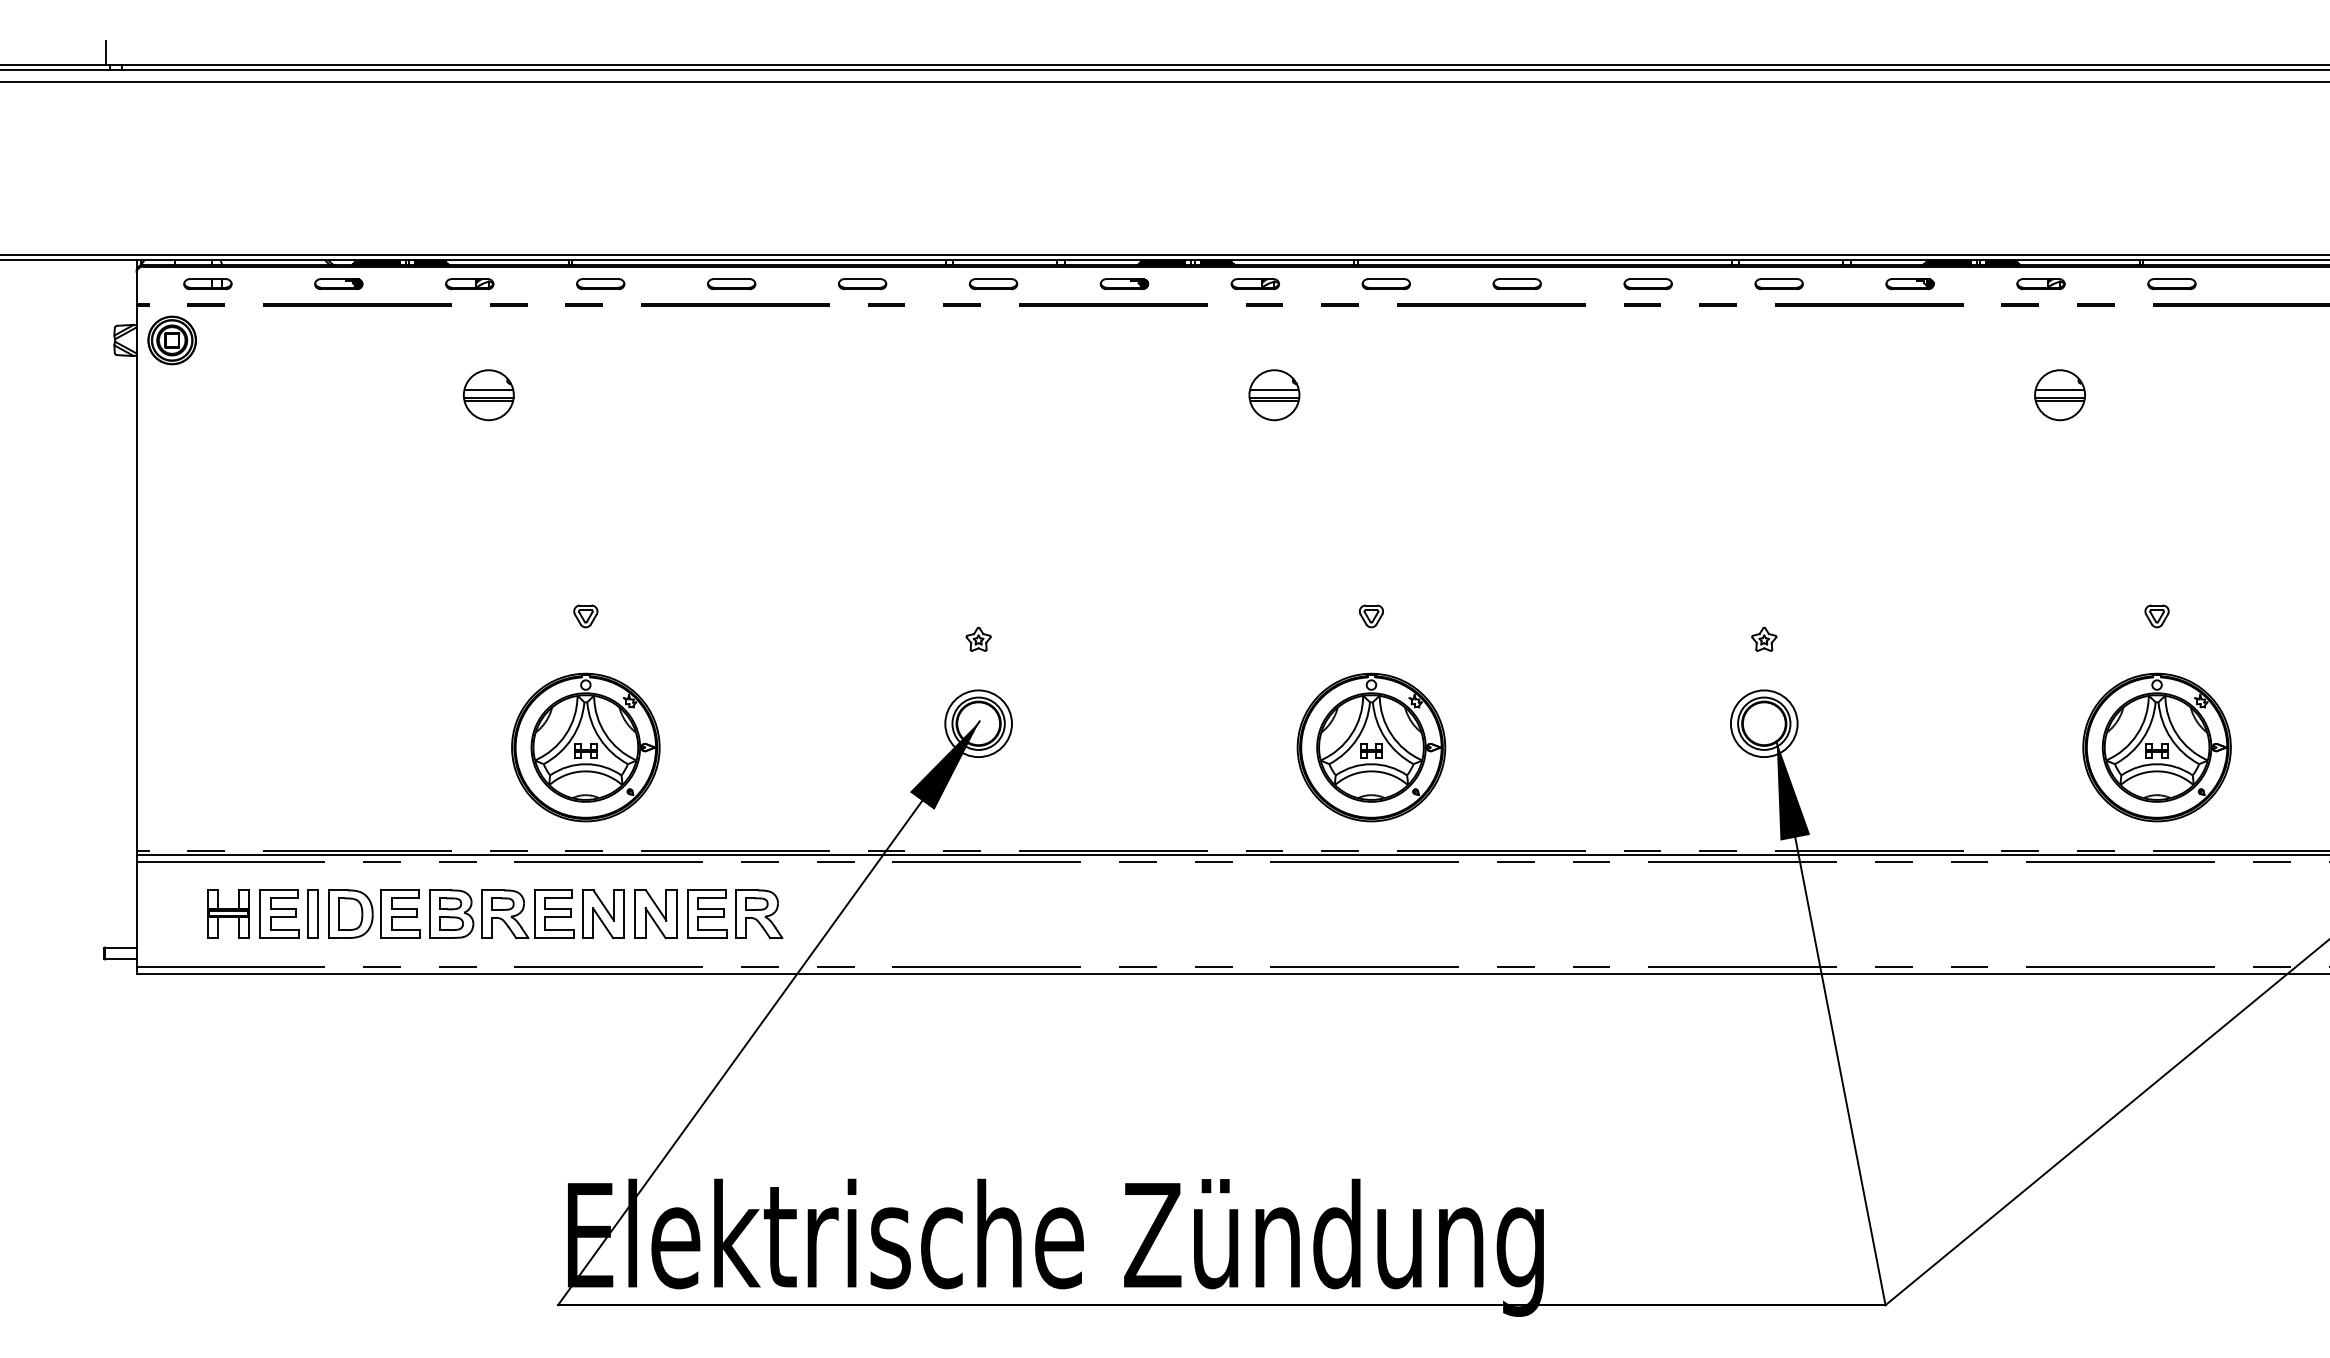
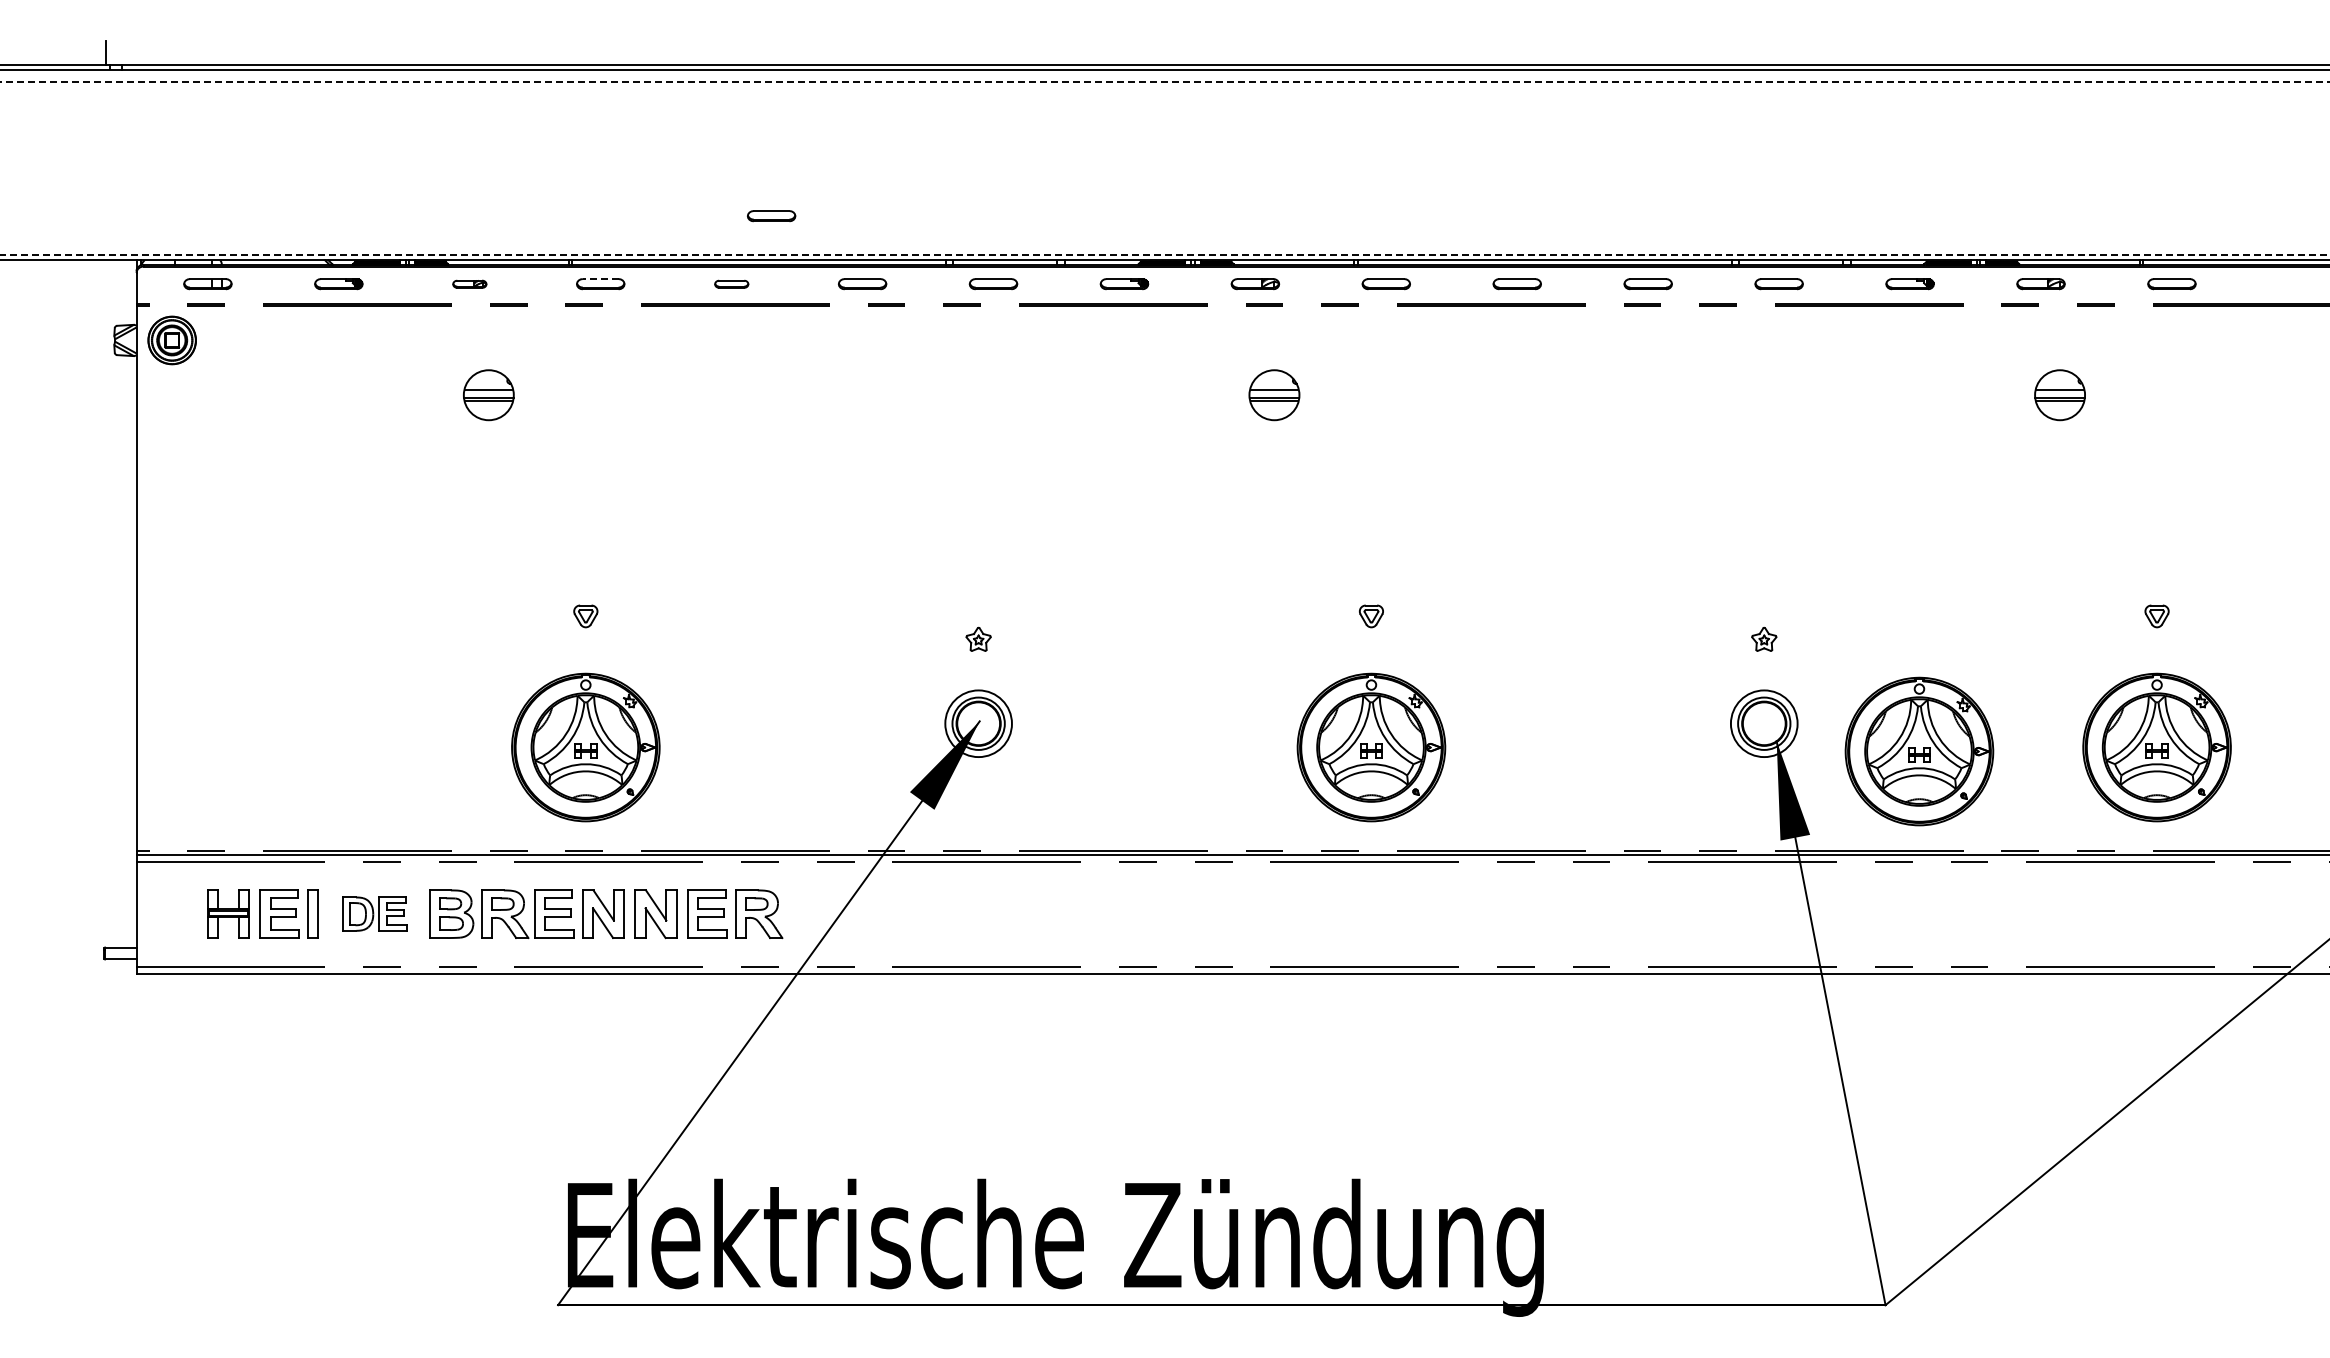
line at (1164, 81): solid -> dashed
part at (771, 216): none -> present
line at (1165, 255): solid -> dashed
line at (600, 279): solid -> dashed
part at (469, 284) size: 50x13 px -> 36x10 px
part at (731, 284) size: 50x13 px -> 36x10 px
part at (1919, 751): none -> present
part at (374, 913) size: 93x50 px -> 66x36 px
